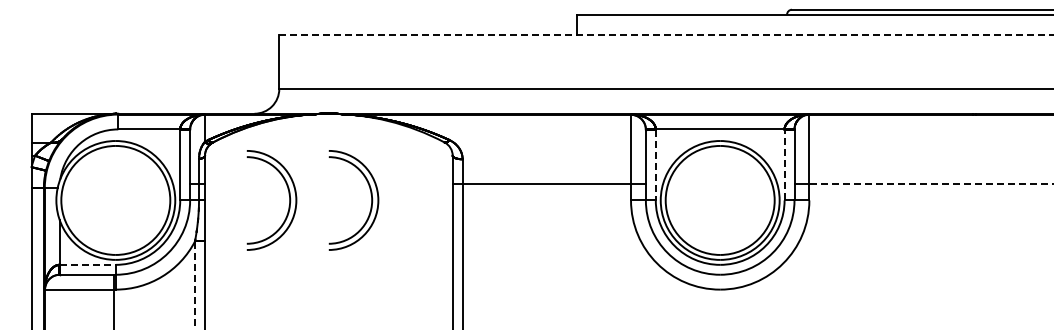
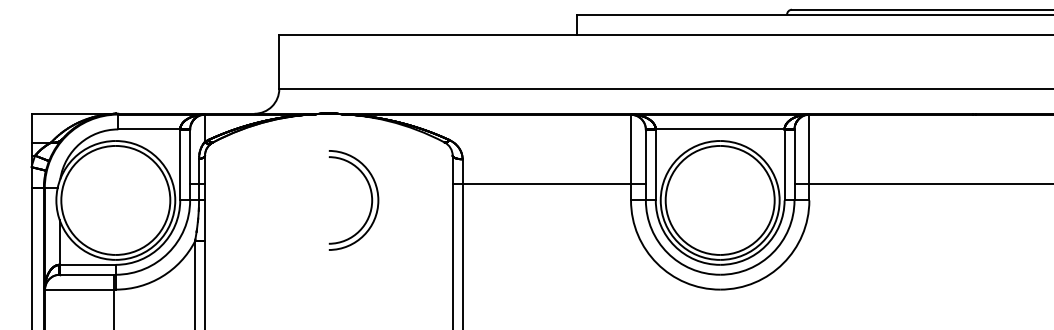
line at (667, 34): dashed -> solid
line at (784, 164): dashed -> solid
line at (655, 165): dashed -> solid
line at (931, 184): dashed -> solid
part at (289, 200): present -> none
line at (87, 264): dashed -> solid
line at (195, 285): dashed -> solid
